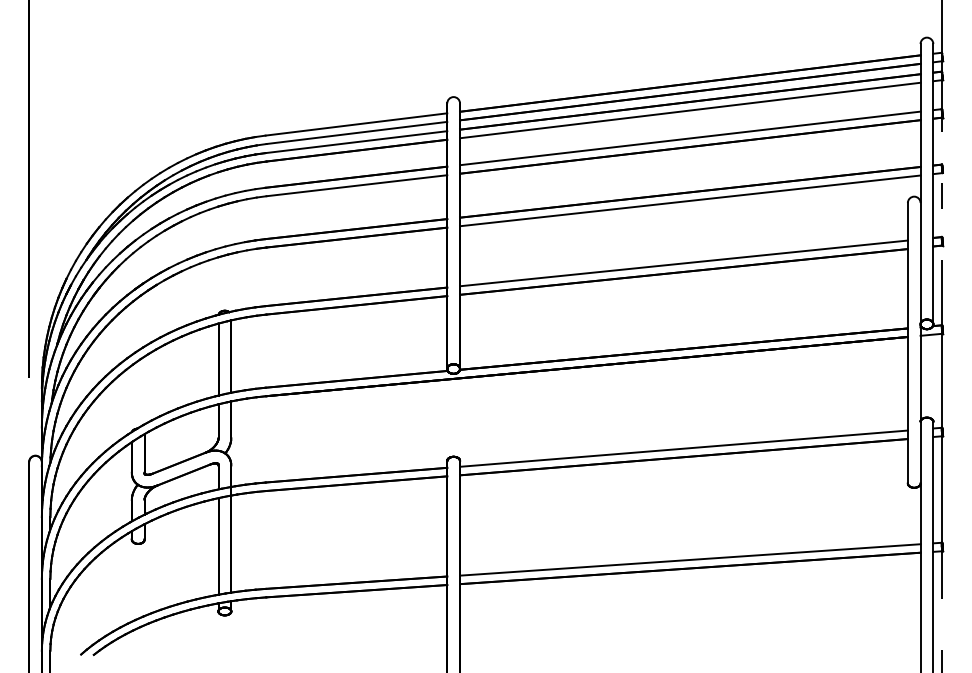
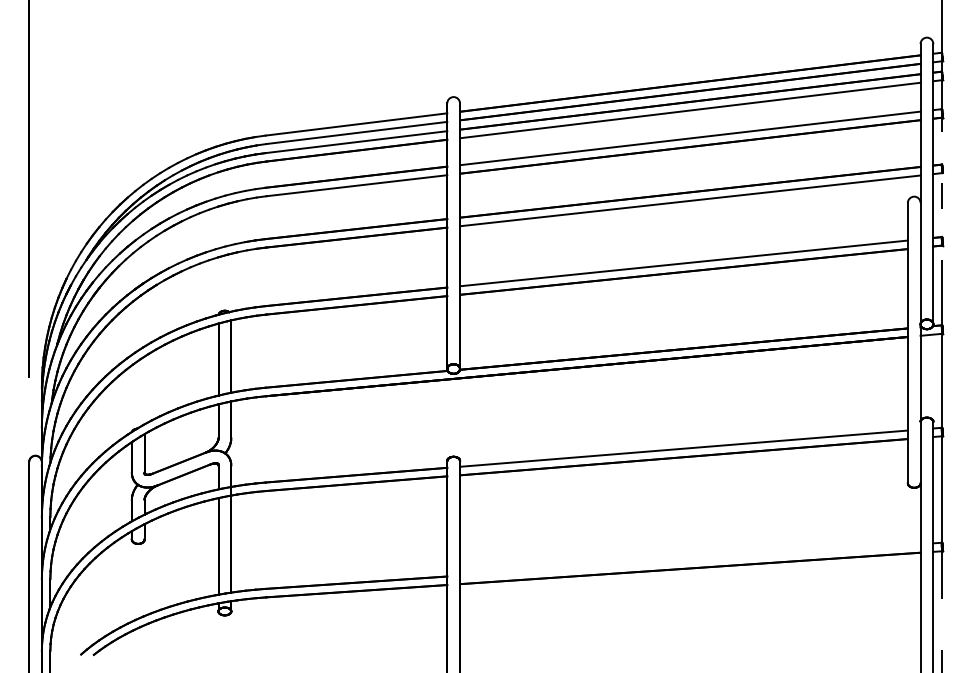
line at (690, 559): present -> none
